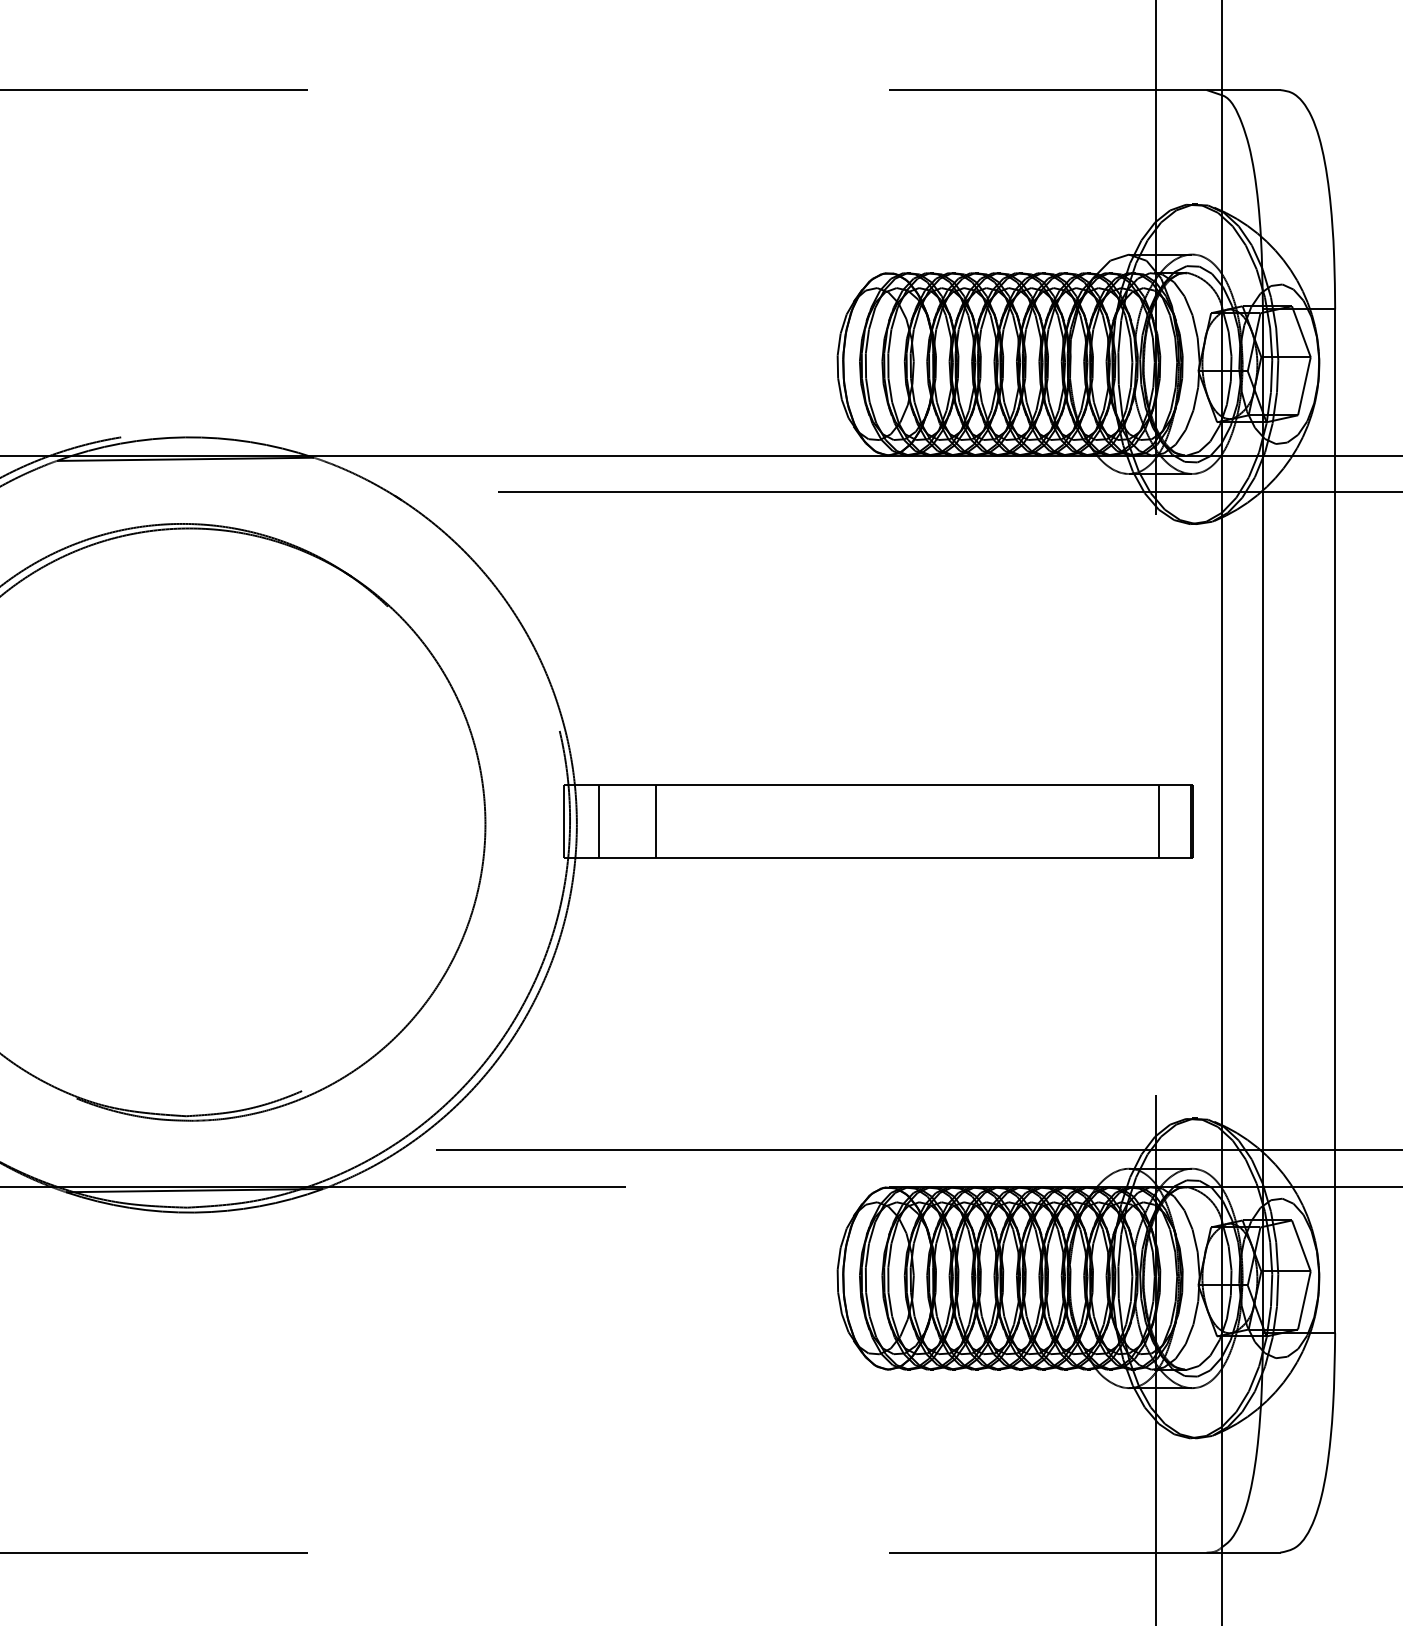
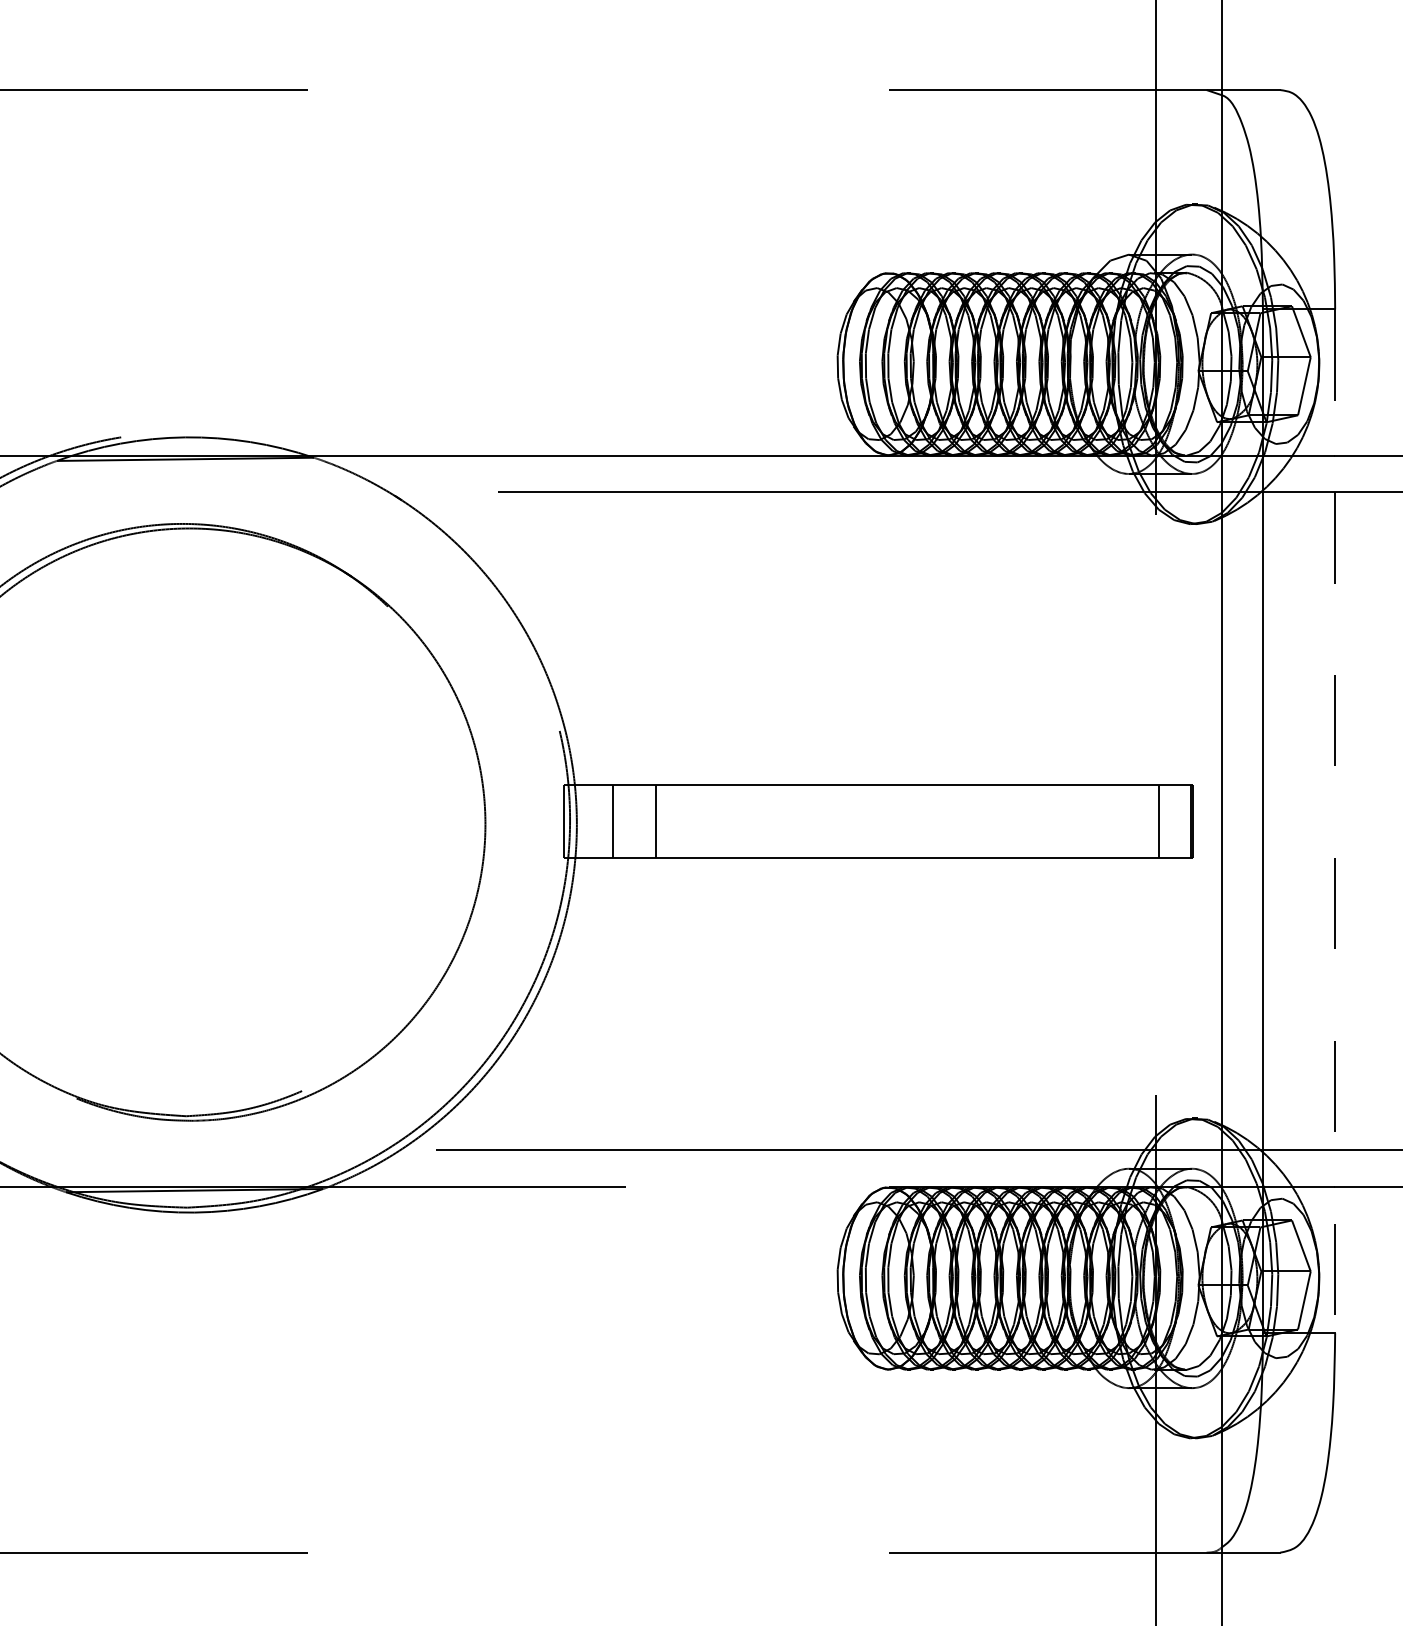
line at (599, 820) position: (599, 820) -> (613, 820)
line at (1335, 821): solid -> dashed
